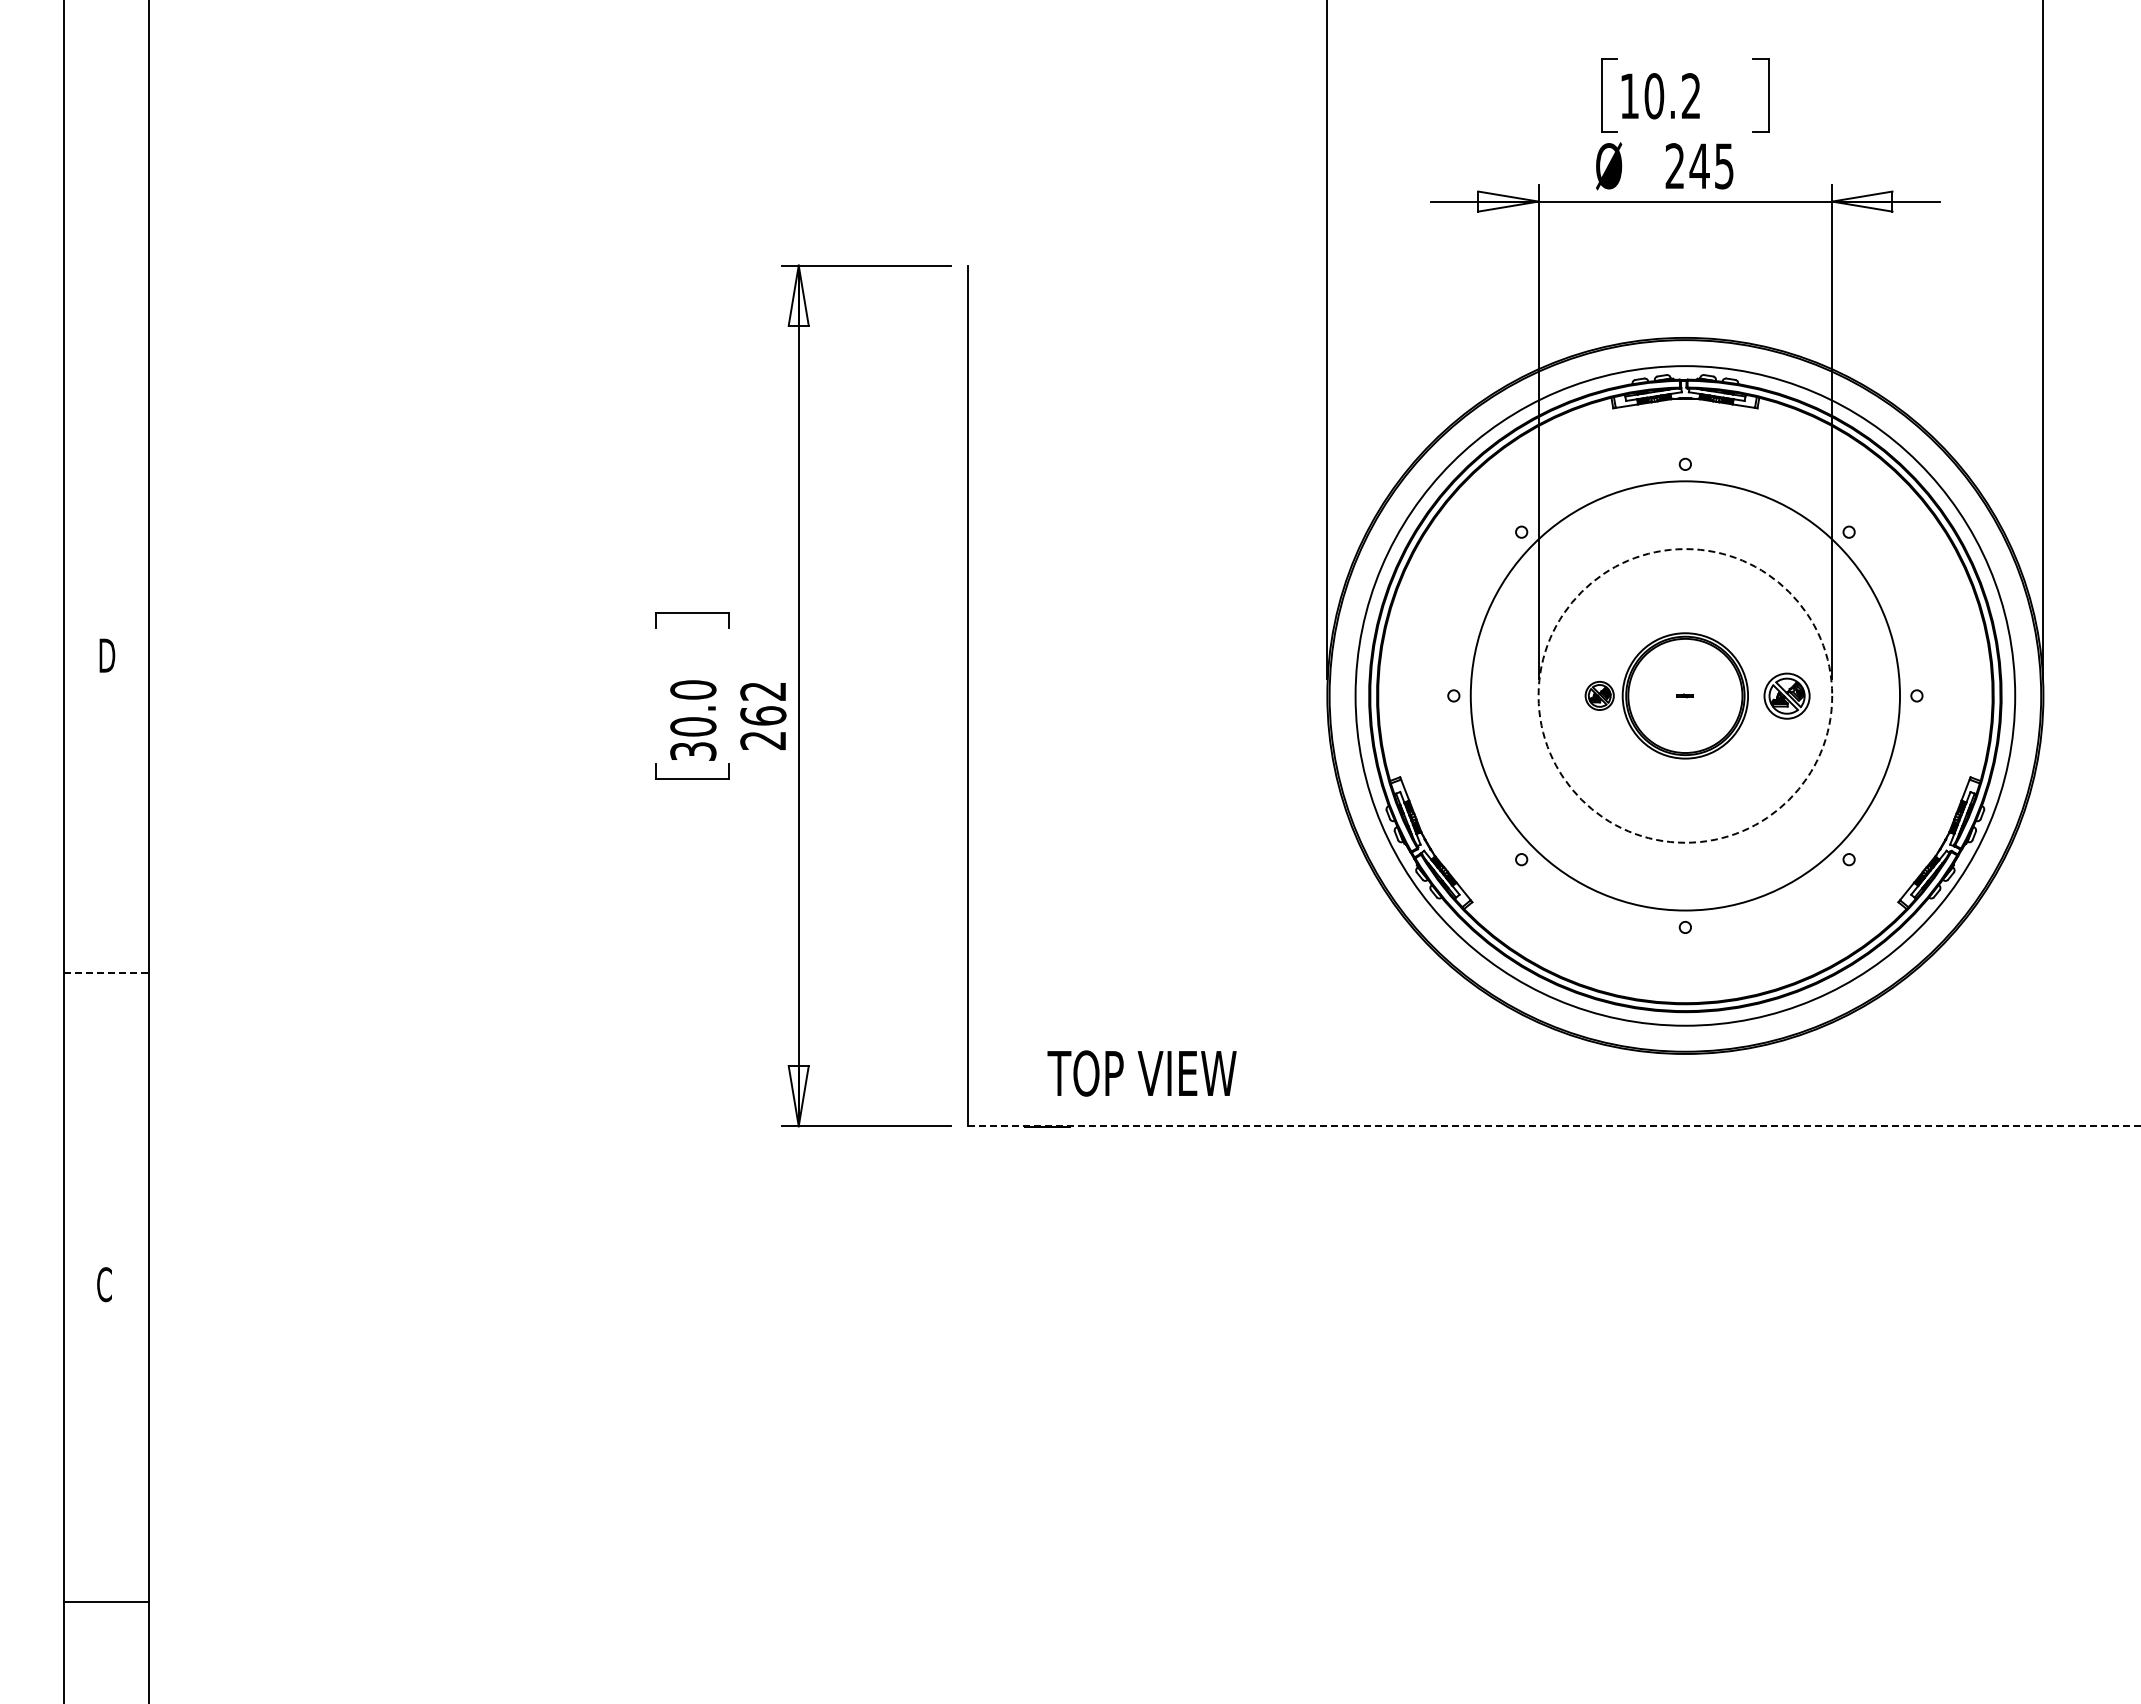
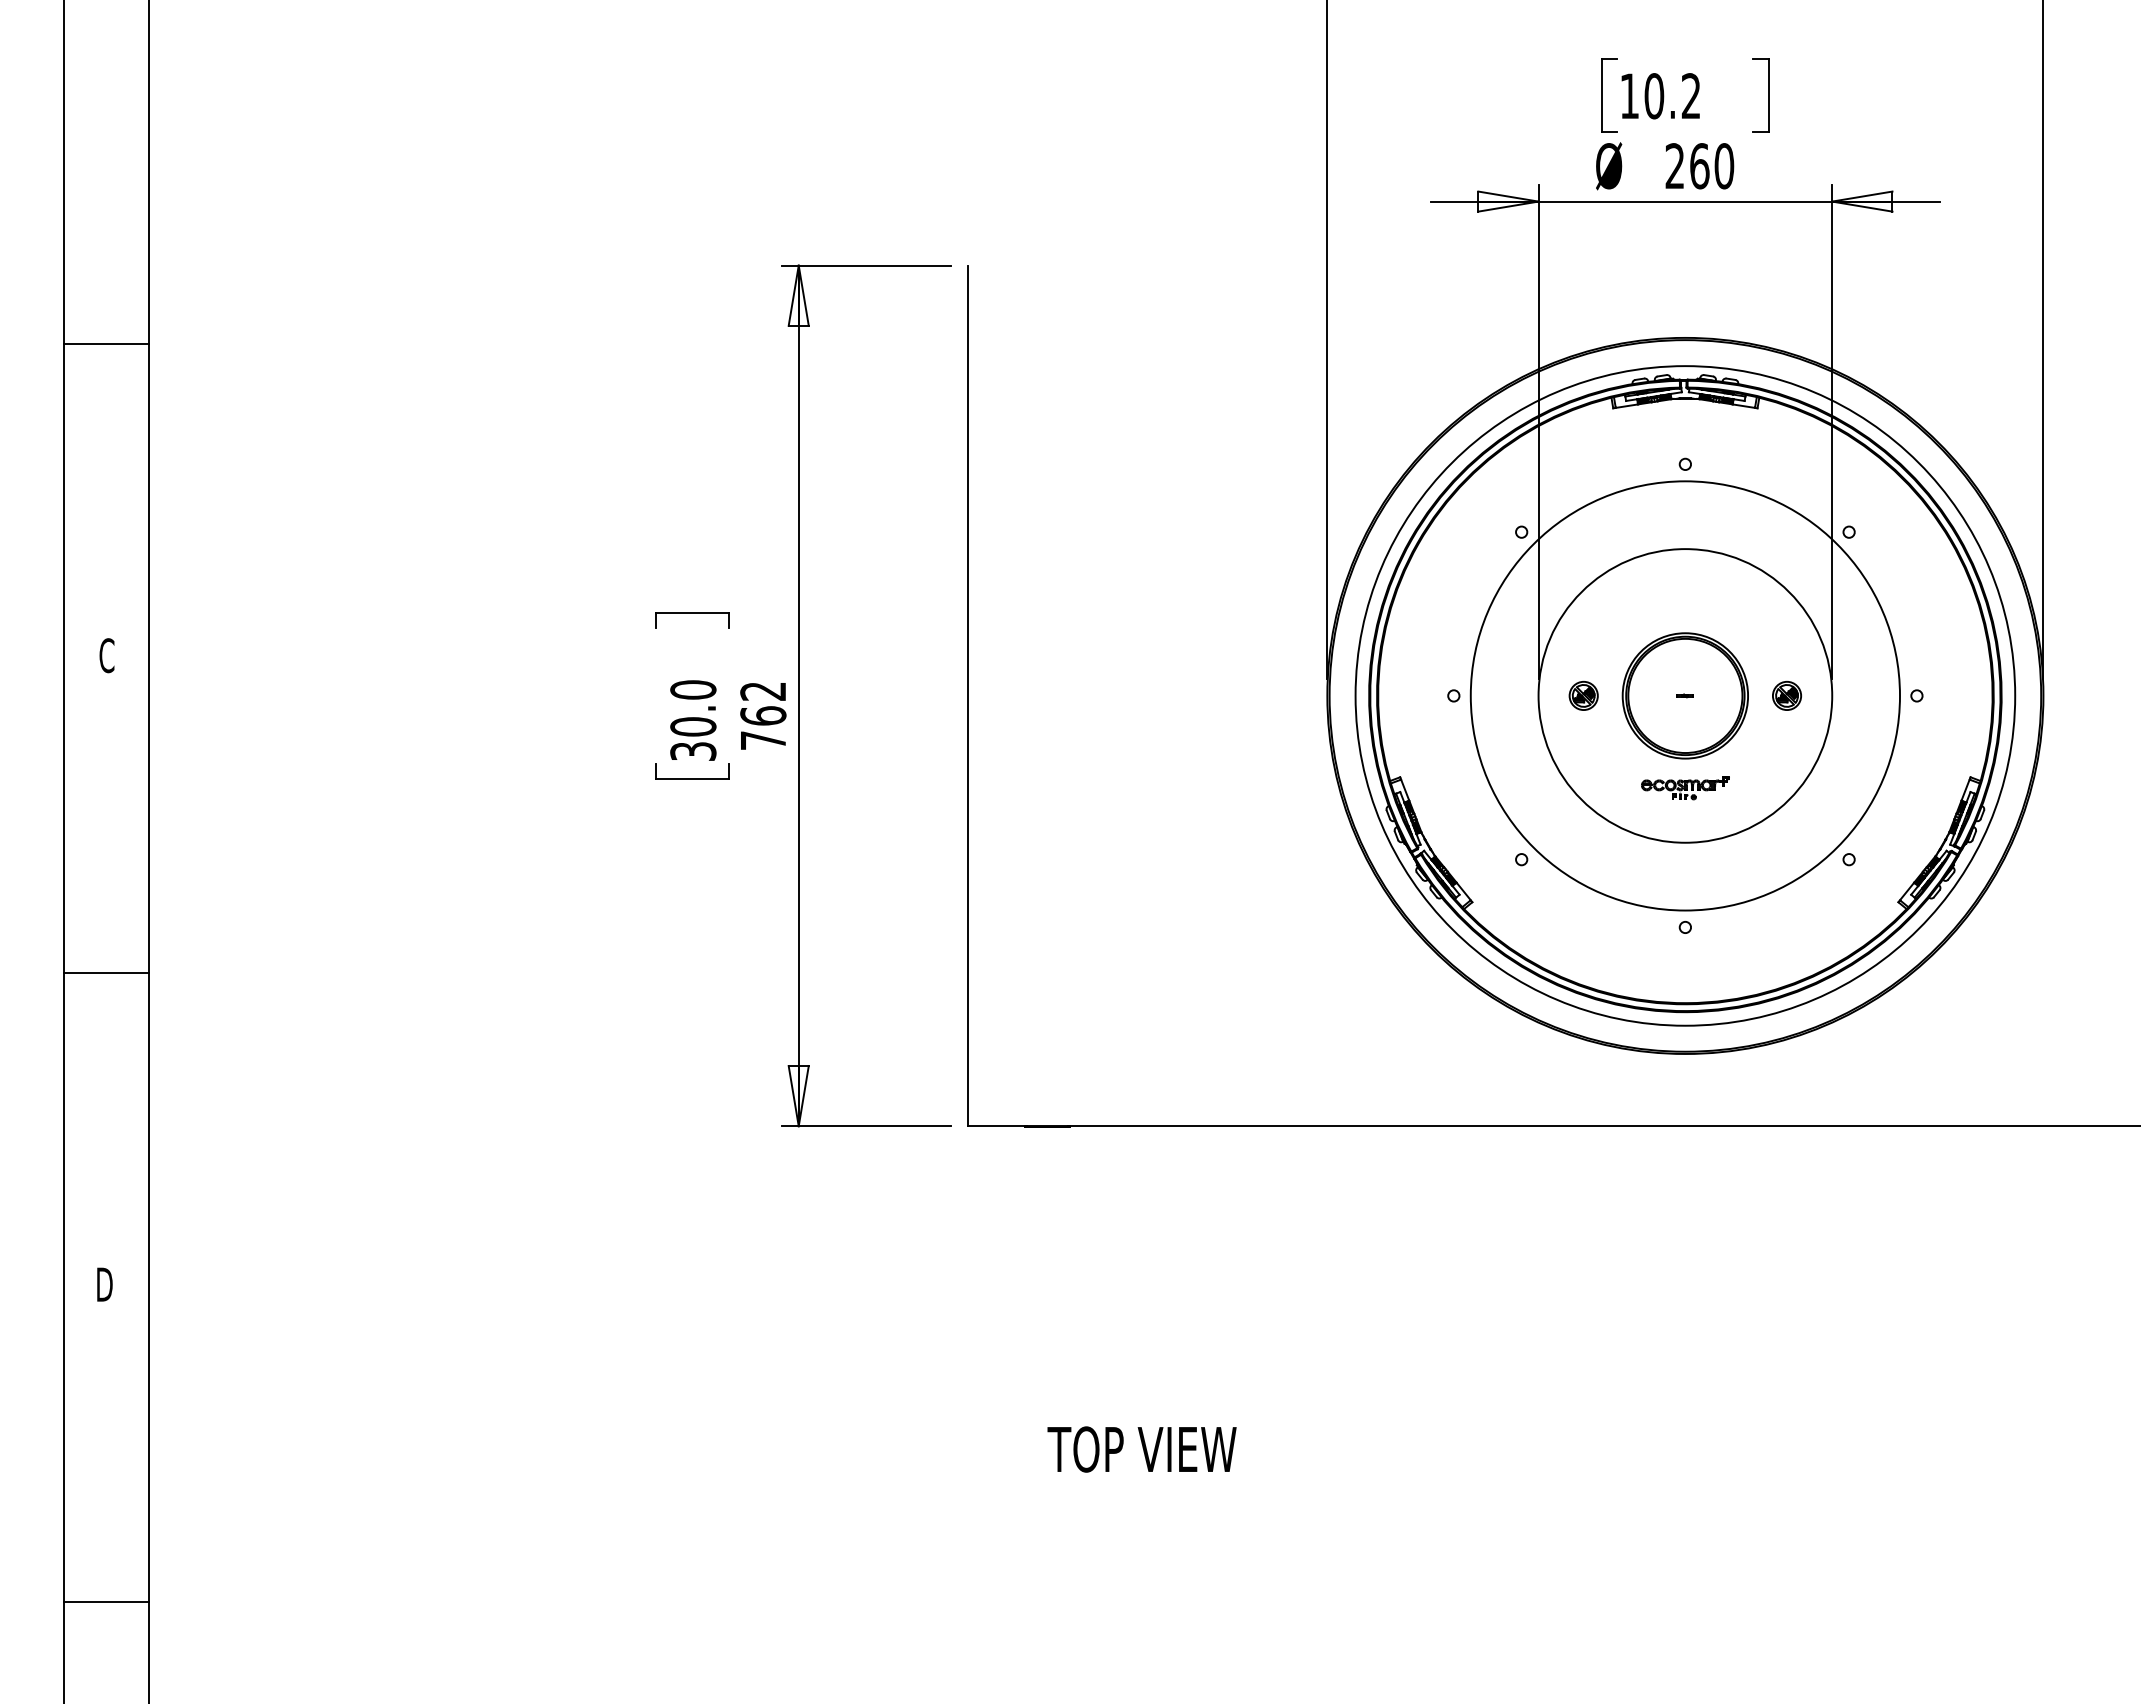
text at (1711, 166): 245 -> 260
line at (106, 344): none -> present
text at (107, 655): D -> C
part at (1599, 695) position: (1599, 695) -> (1583, 695)
circle at (1685, 695): dashed -> solid
part at (1786, 695) size: 48x48 px -> 30x31 px
text at (762, 740): 262 -> 762
part at (1685, 788): none -> present
line at (107, 973): dashed -> solid
text at (1141, 1073) position: (1141, 1073) -> (1141, 1449)
line at (1554, 1126): dashed -> solid
text at (104, 1284): C -> D
